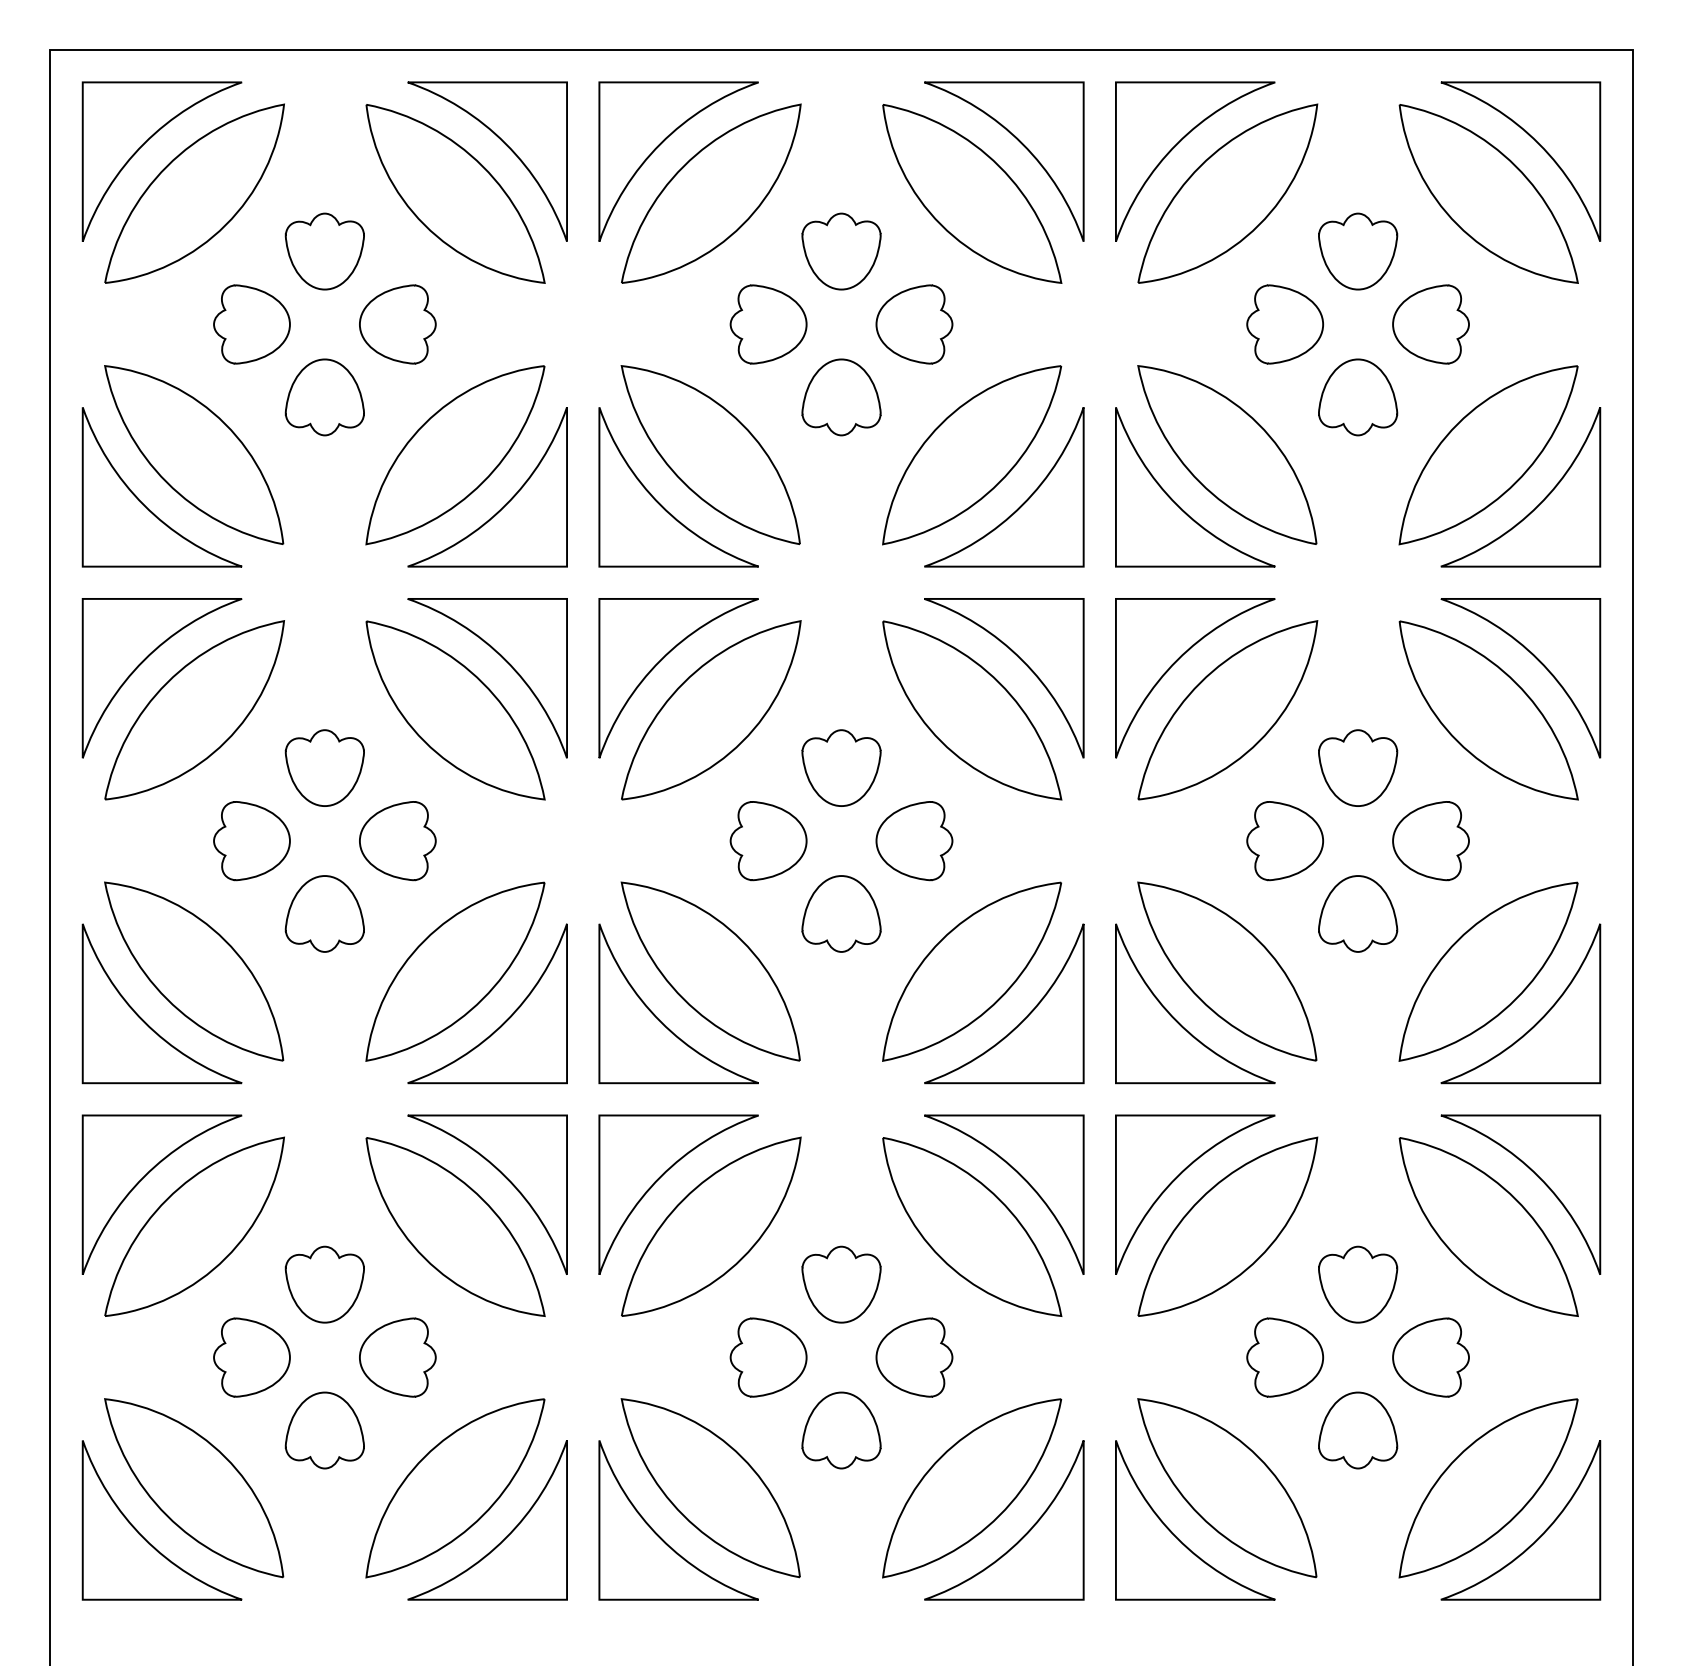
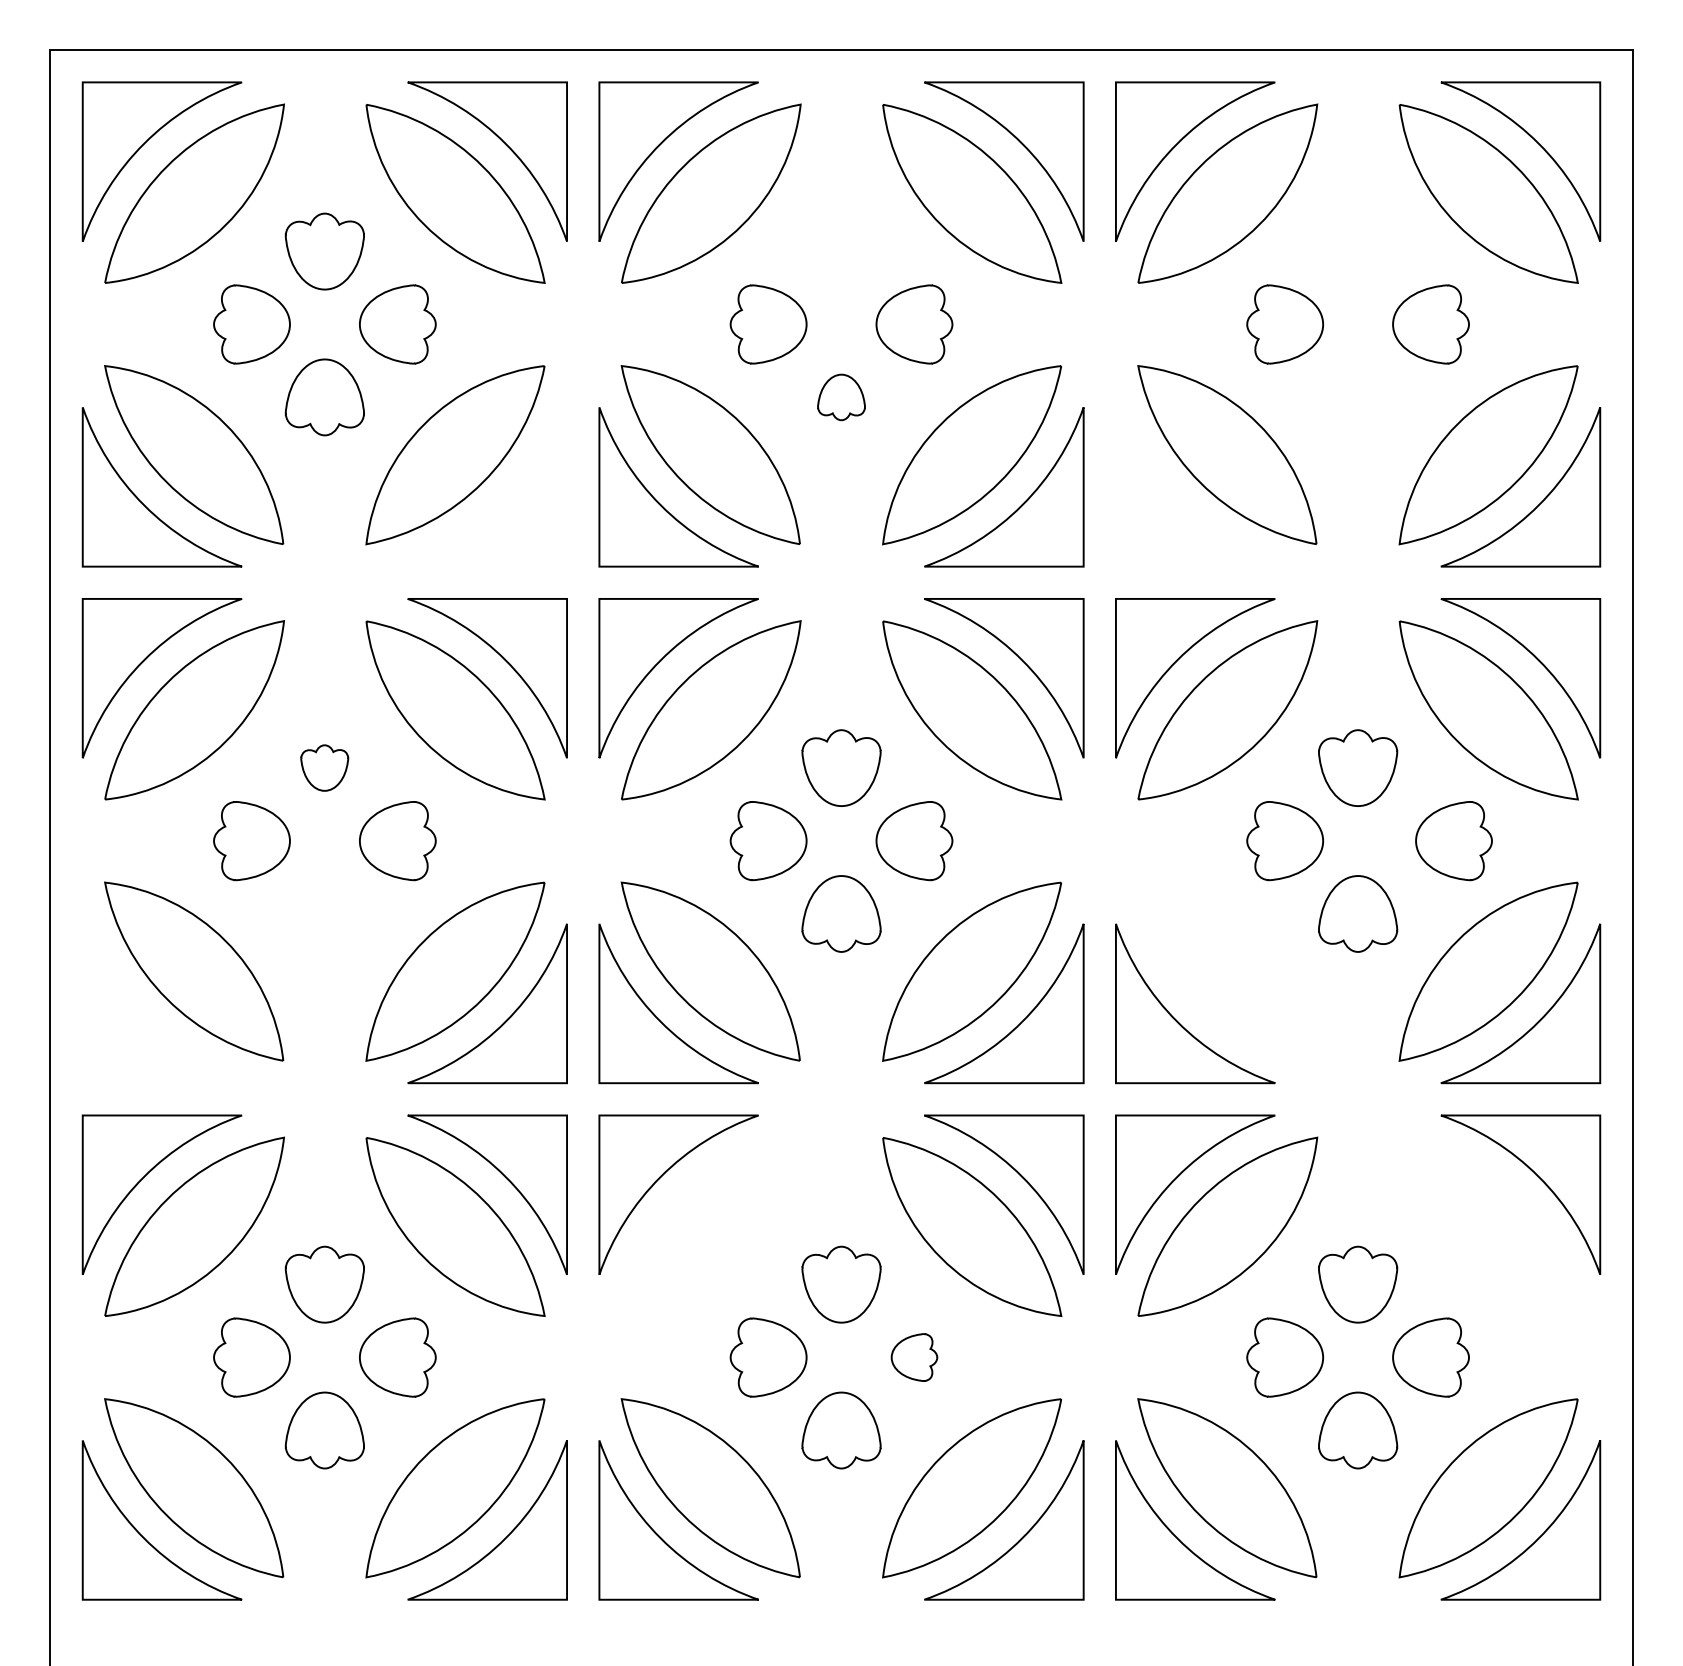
part at (841, 251): present -> none
part at (1358, 251): present -> none
part at (841, 397) size: 81x79 px -> 49x49 px
part at (1358, 397): present -> none
part at (504, 504): present -> none
part at (1178, 504): present -> none
part at (324, 767) size: 81x78 px -> 50x48 px
part at (1430, 841) position: (1430, 841) -> (1453, 841)
part at (324, 913): present -> none
part at (1227, 971): present -> none
part at (144, 1020): present -> none
part at (711, 1226): present -> none
part at (1488, 1226): present -> none
part at (914, 1357) size: 79x81 px -> 49x49 px
